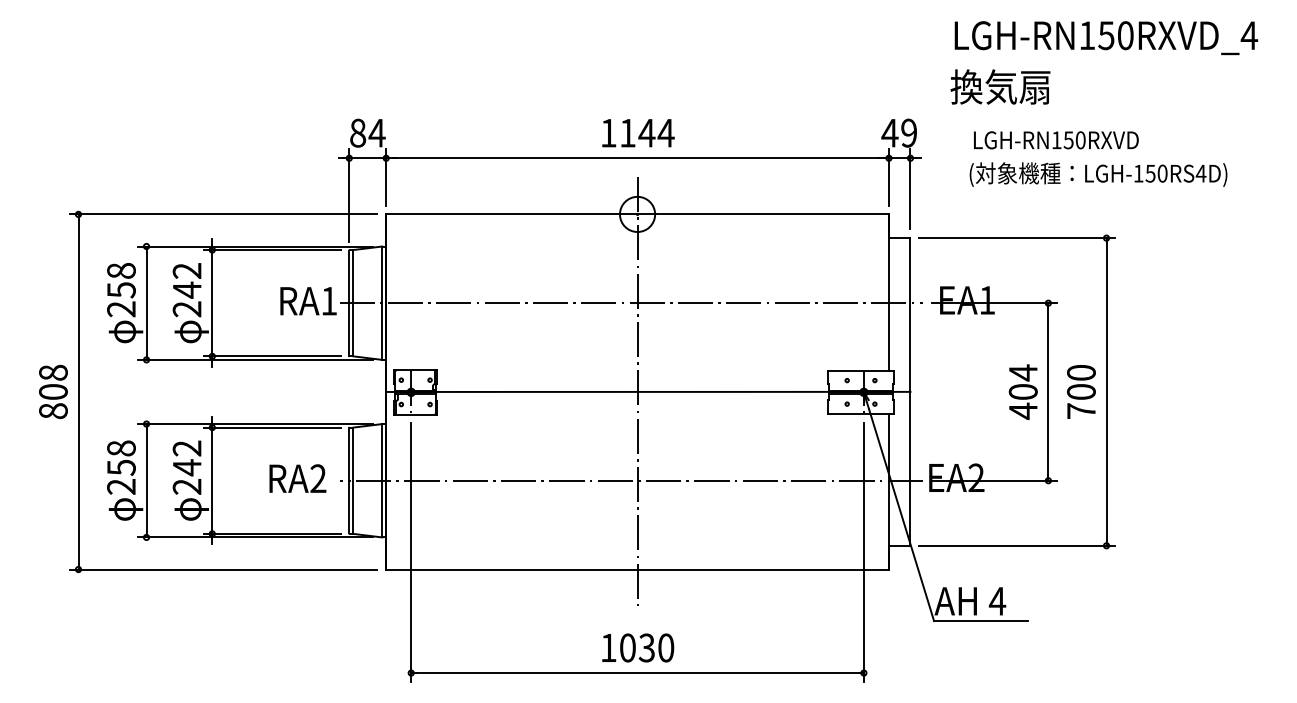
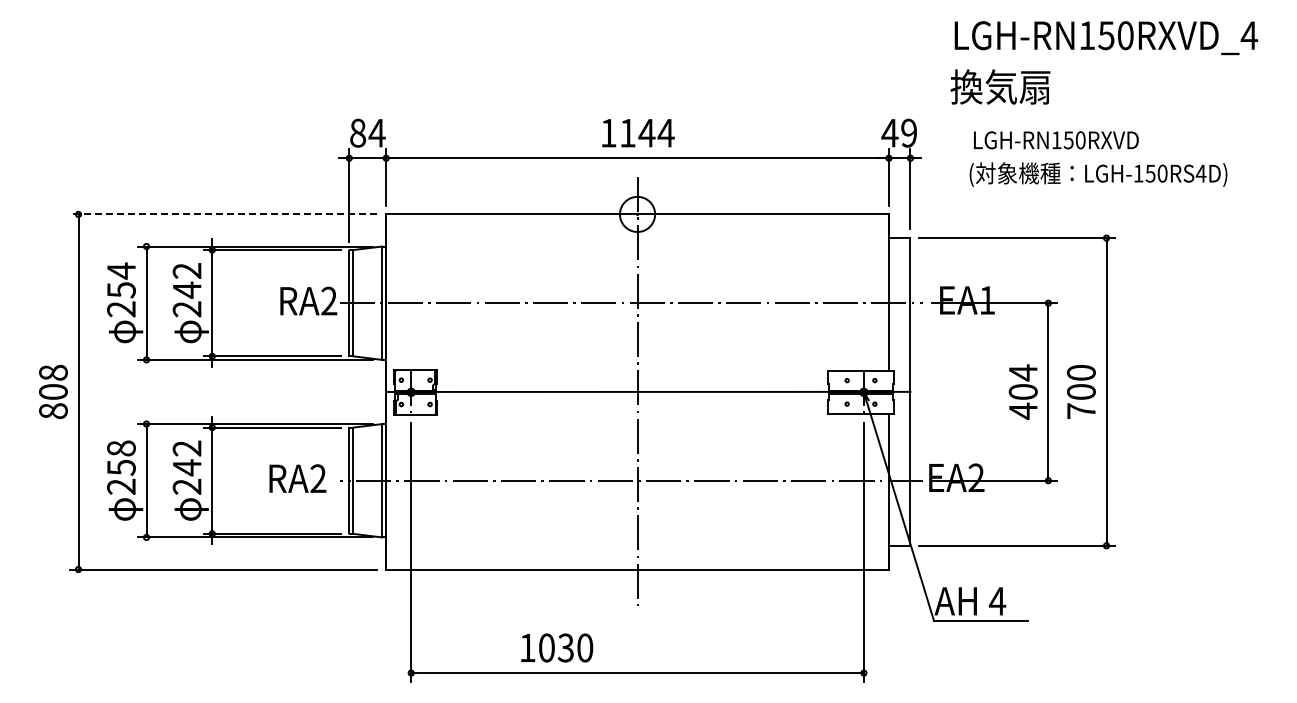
line at (223, 214): solid -> dashed
text at (121, 270): 258 -> 254
text at (329, 300): RA1 -> RA2
text at (638, 647) position: (638, 647) -> (557, 647)
